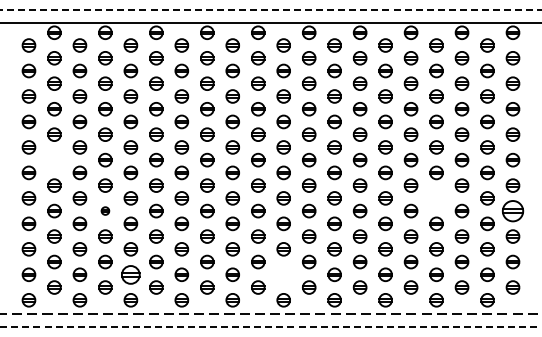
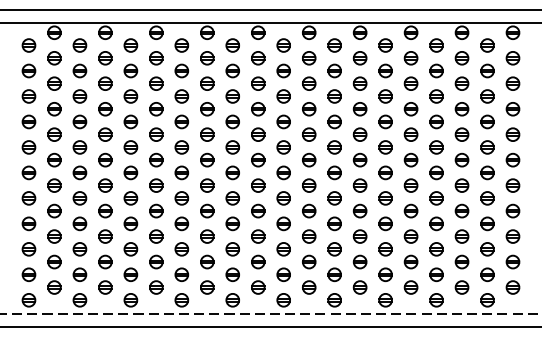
line at (270, 9): dashed -> solid
part at (54, 159): none -> present
part at (436, 198): none -> present
part at (105, 210) size: 11x10 px -> 15x16 px
part at (512, 211) size: 24x23 px -> 16x16 px
part at (130, 274) size: 20x20 px -> 16x15 px
part at (283, 274): none -> present
line at (271, 327): dashed -> solid
